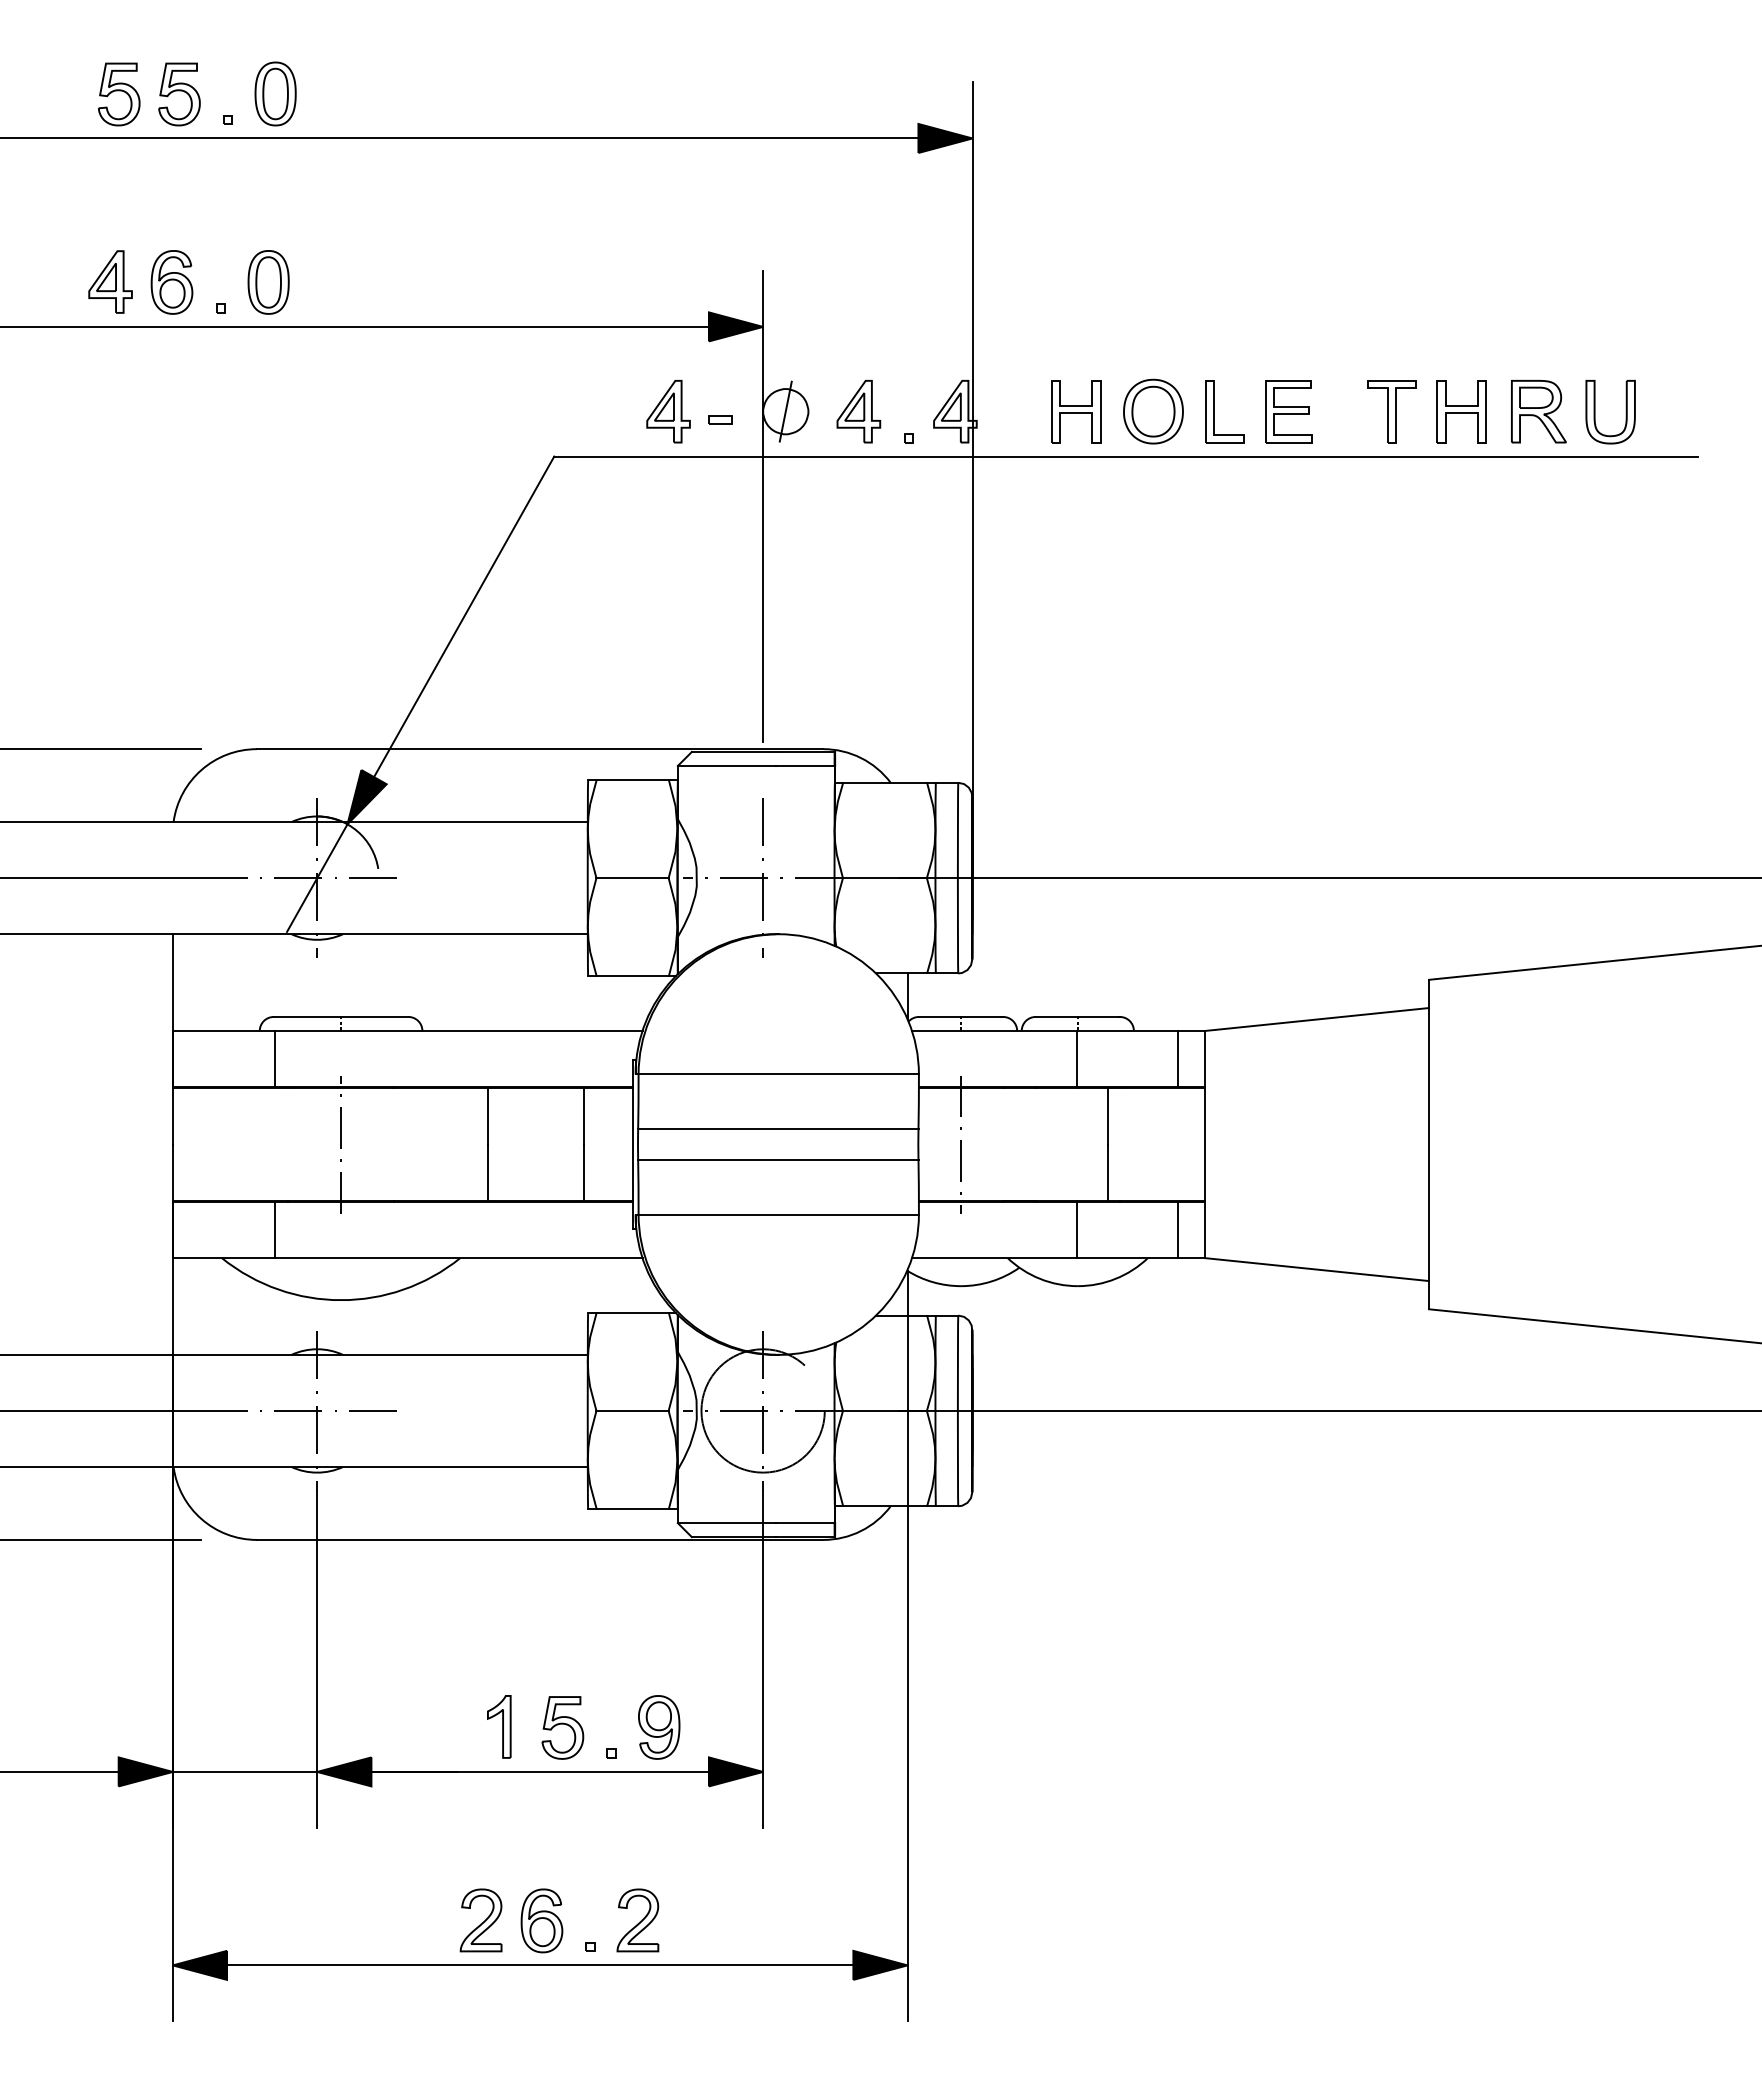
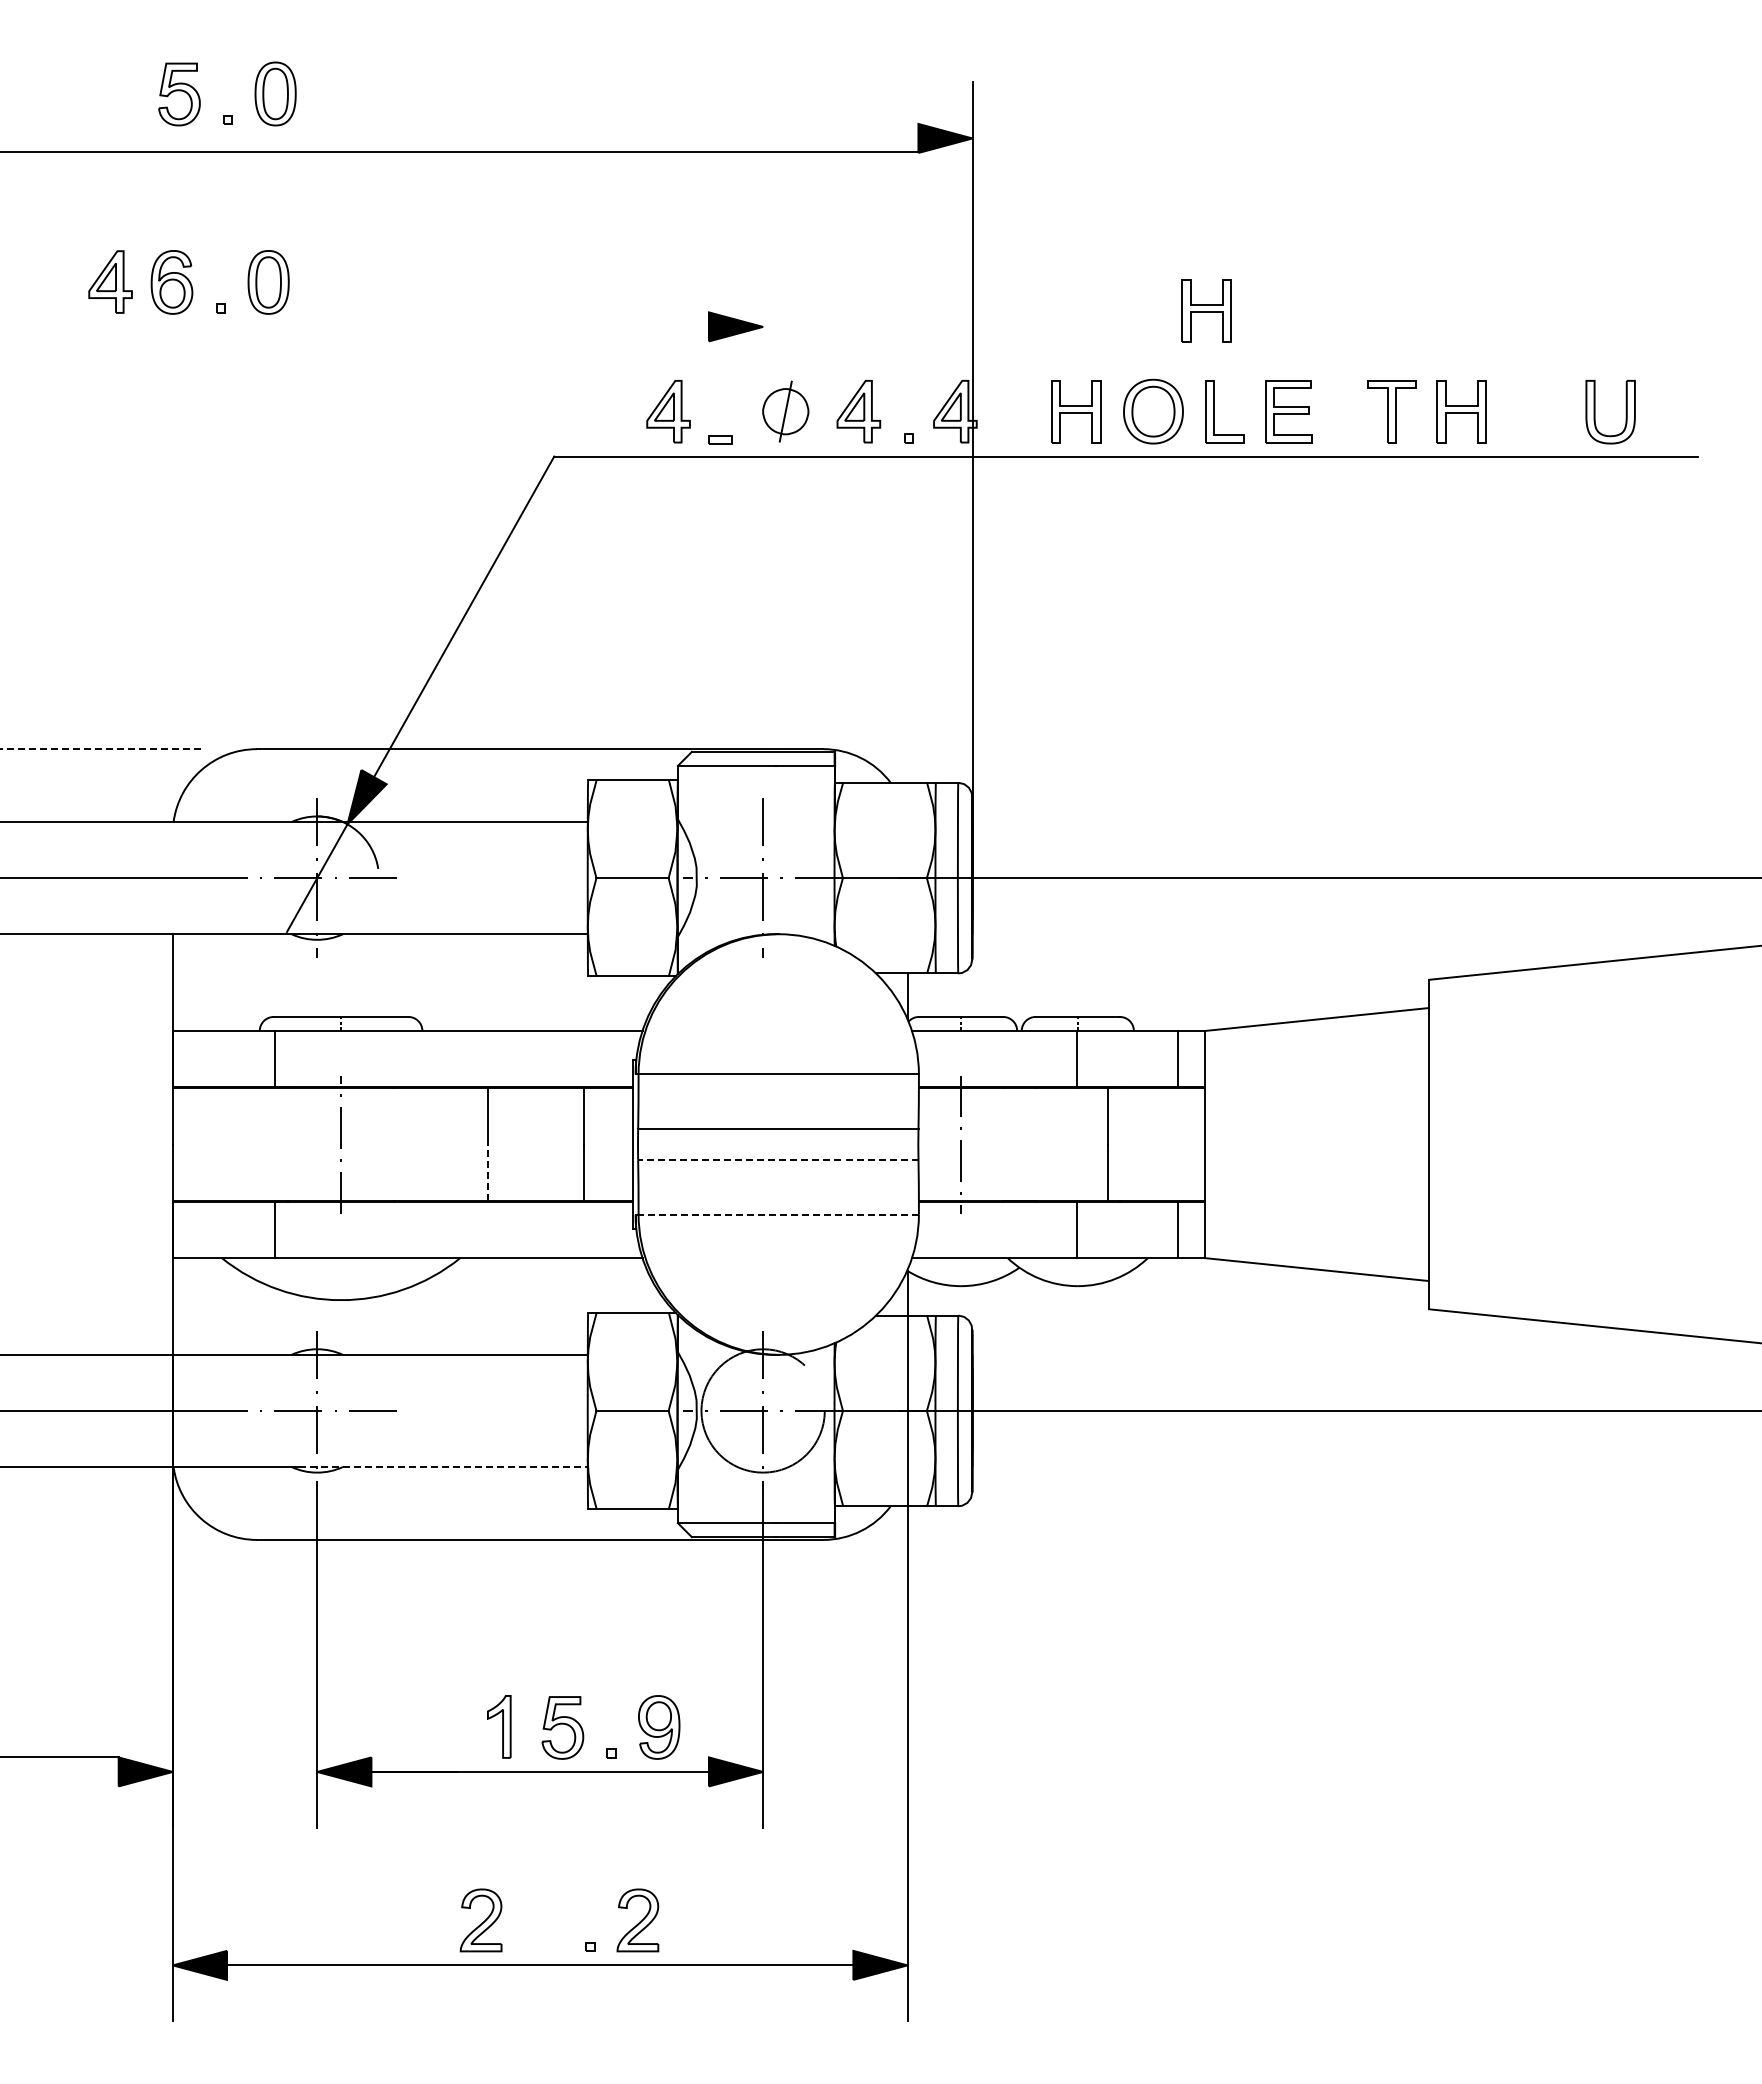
part at (119, 94): present -> none
line at (460, 138) position: (460, 138) -> (460, 152)
part at (1206, 310): none -> present
line at (355, 326): present -> none
part at (1538, 411): present -> none
part at (720, 419) position: (720, 419) -> (720, 439)
line at (763, 505): present -> none
line at (99, 749): solid -> dashed
line at (777, 1160): solid -> dashed
line at (488, 1172): solid -> dashed
line at (778, 1214): solid -> dashed
line at (444, 1467): solid -> dashed
line at (101, 1539): present -> none
line at (60, 1771) position: (60, 1771) -> (60, 1756)
line at (244, 1771): present -> none
part at (541, 1920): present -> none
